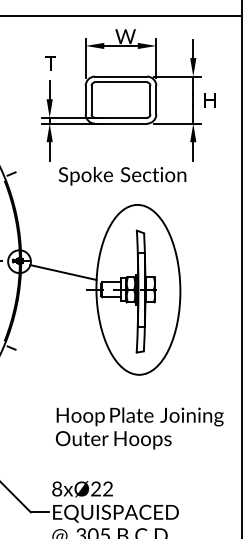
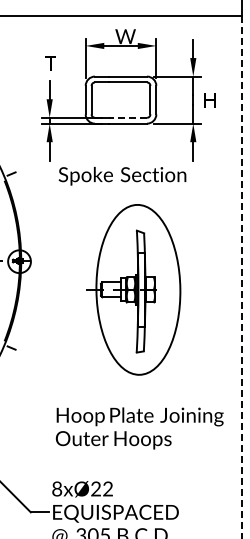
line at (128, 117): solid -> dashed
line at (63, 272): present -> none
line at (242, 277): solid -> dashed
